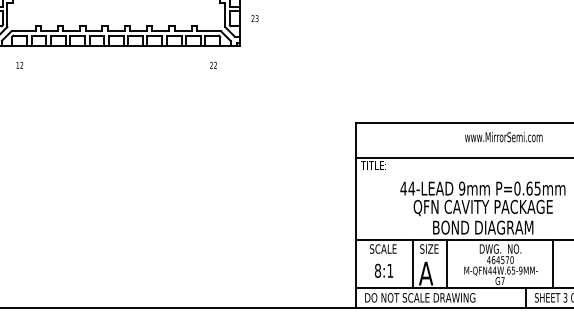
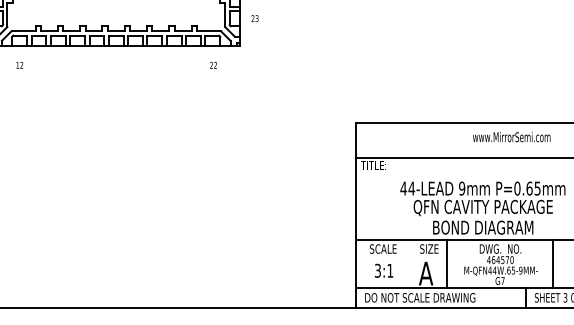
text at (503, 137) position: (503, 137) -> (511, 137)
line at (412, 264): present -> none
text at (377, 270): 8:1 -> 3:1
